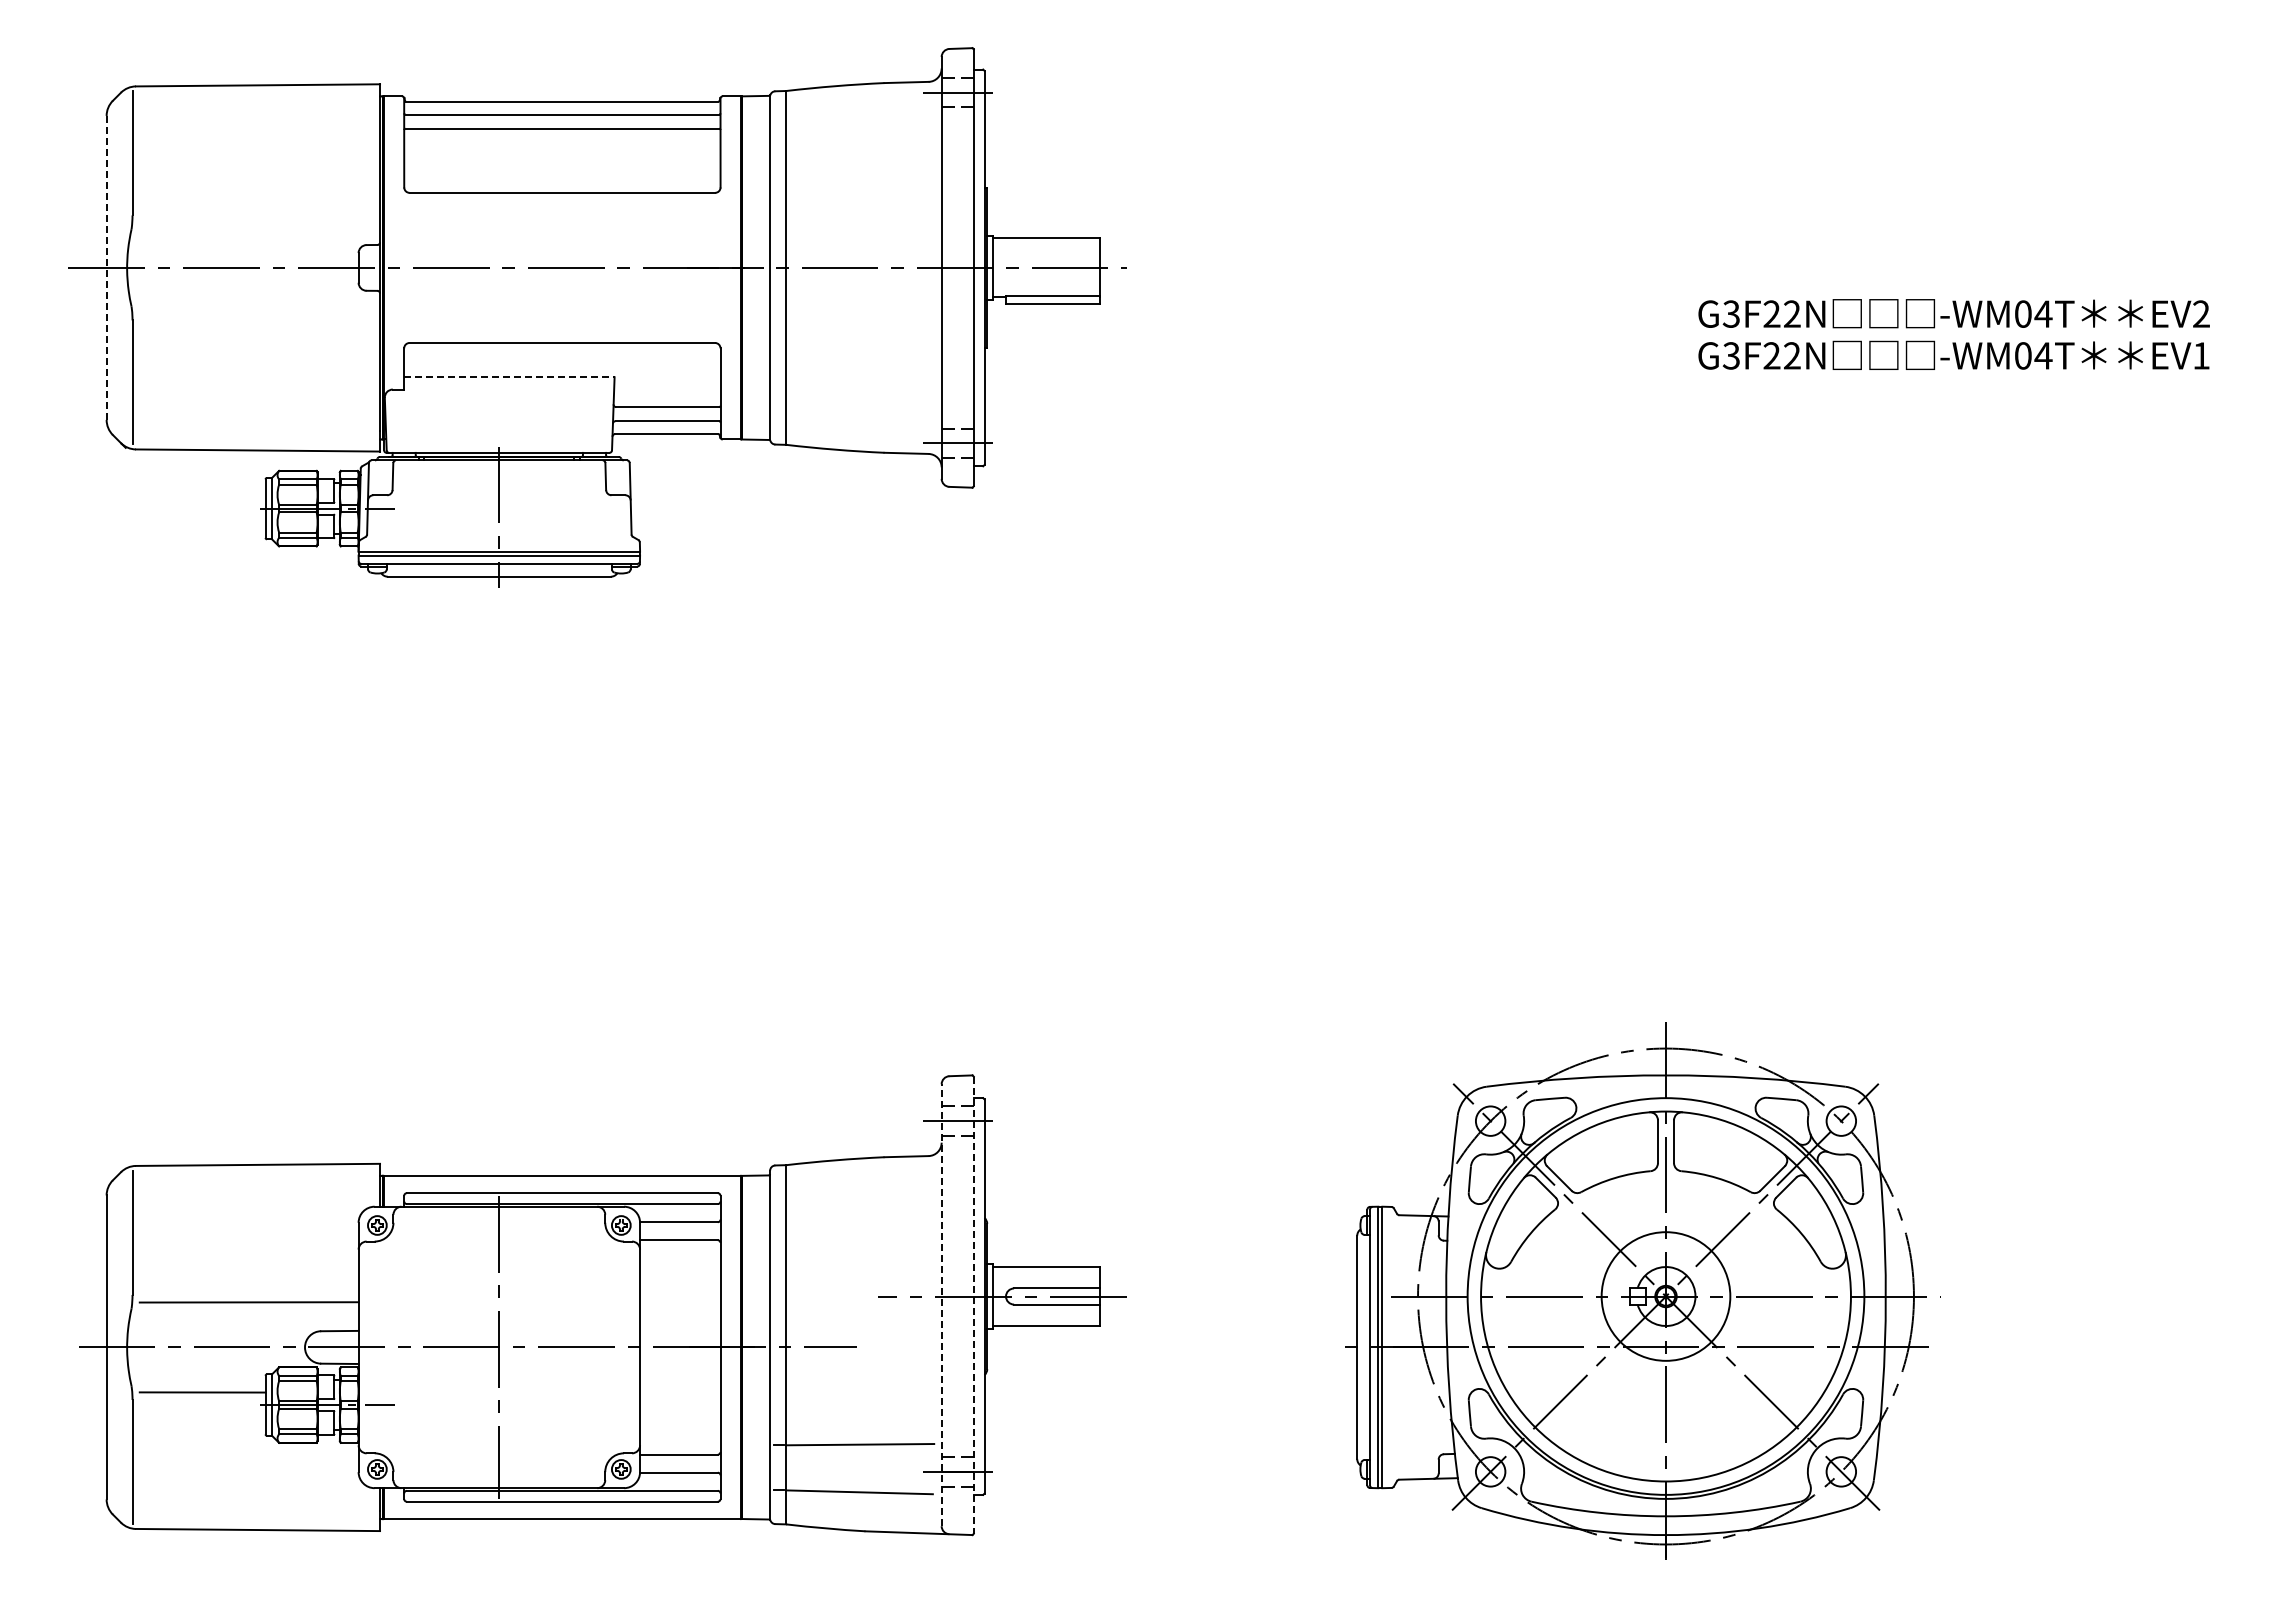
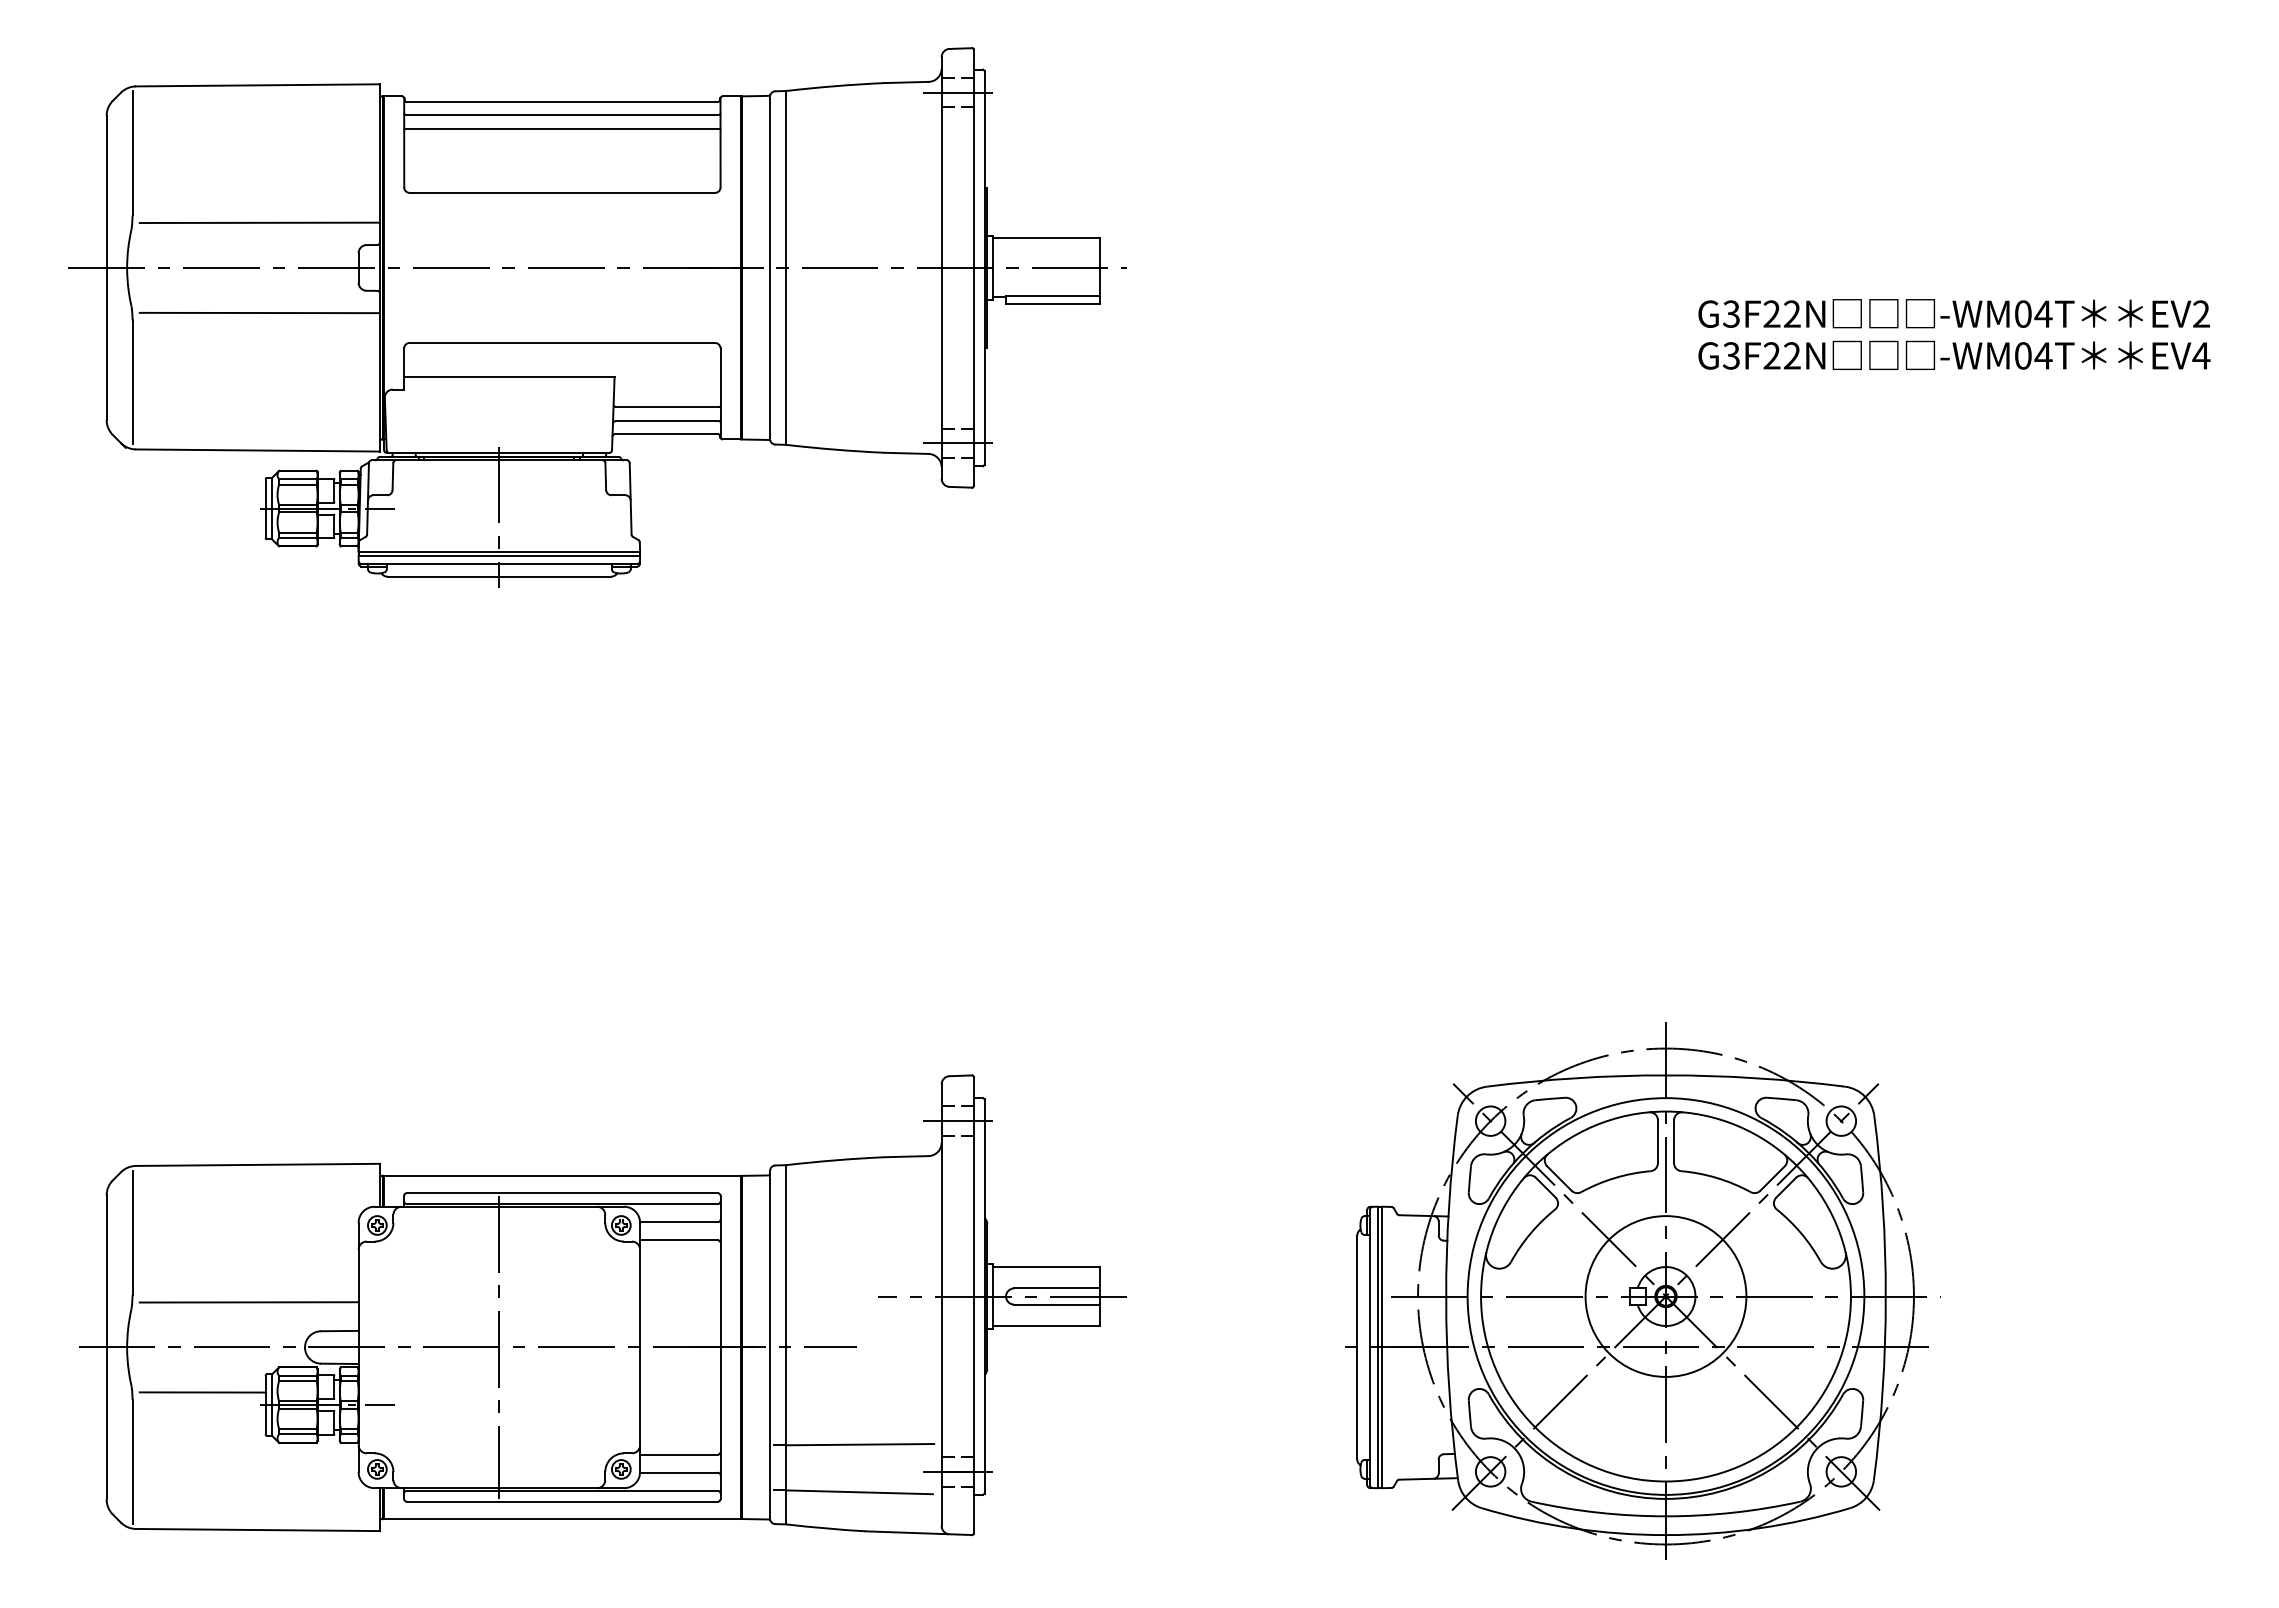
line at (259, 222): none -> present
line at (106, 267): dashed -> solid
line at (259, 312): none -> present
text at (2201, 355): EV1 -> EV4
line at (509, 377): dashed -> solid
circle at (1665, 1296) diameter: 129 px -> 161 px
line at (941, 1305): dashed -> solid
line at (973, 1305): dashed -> solid
